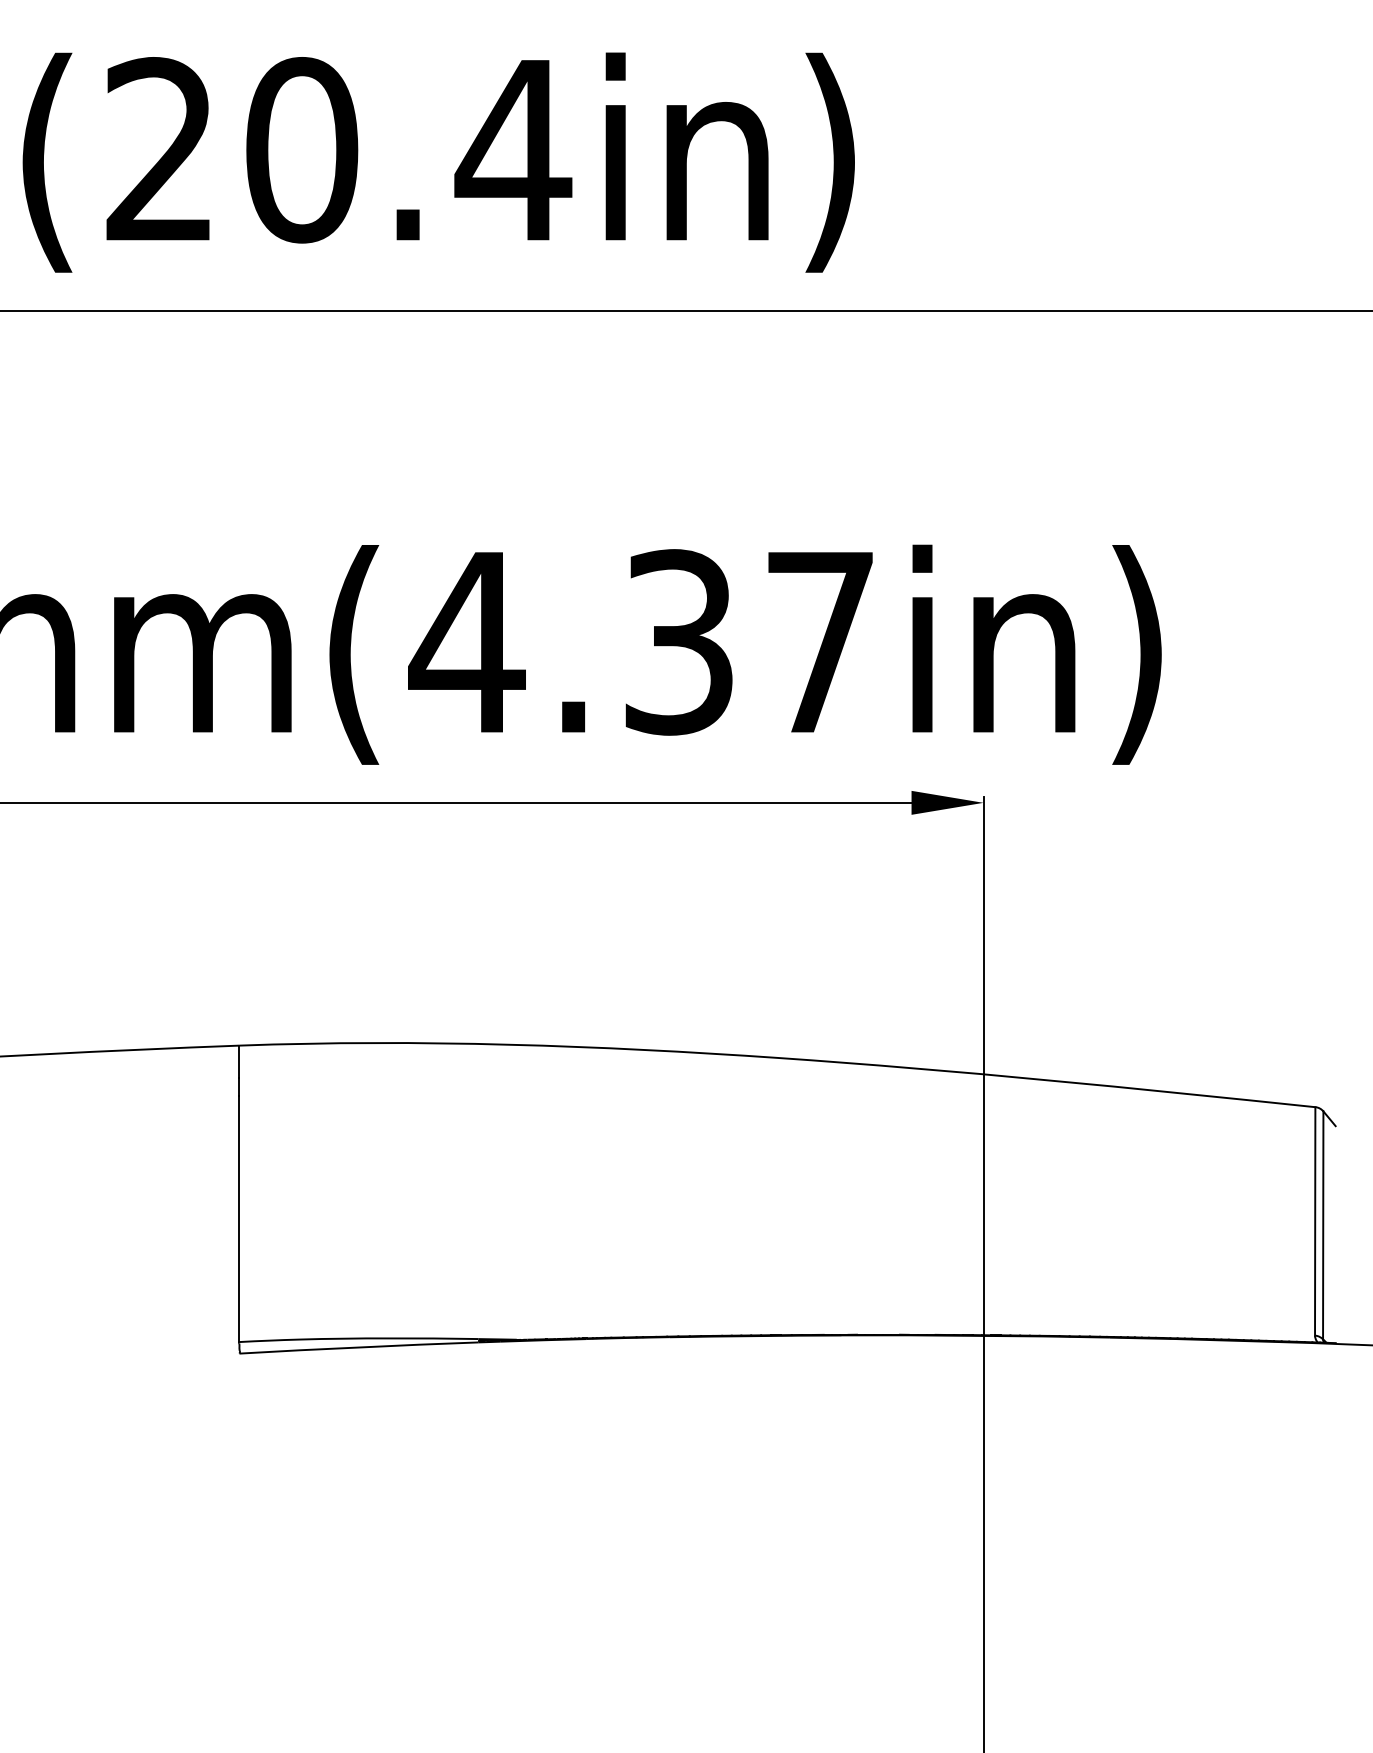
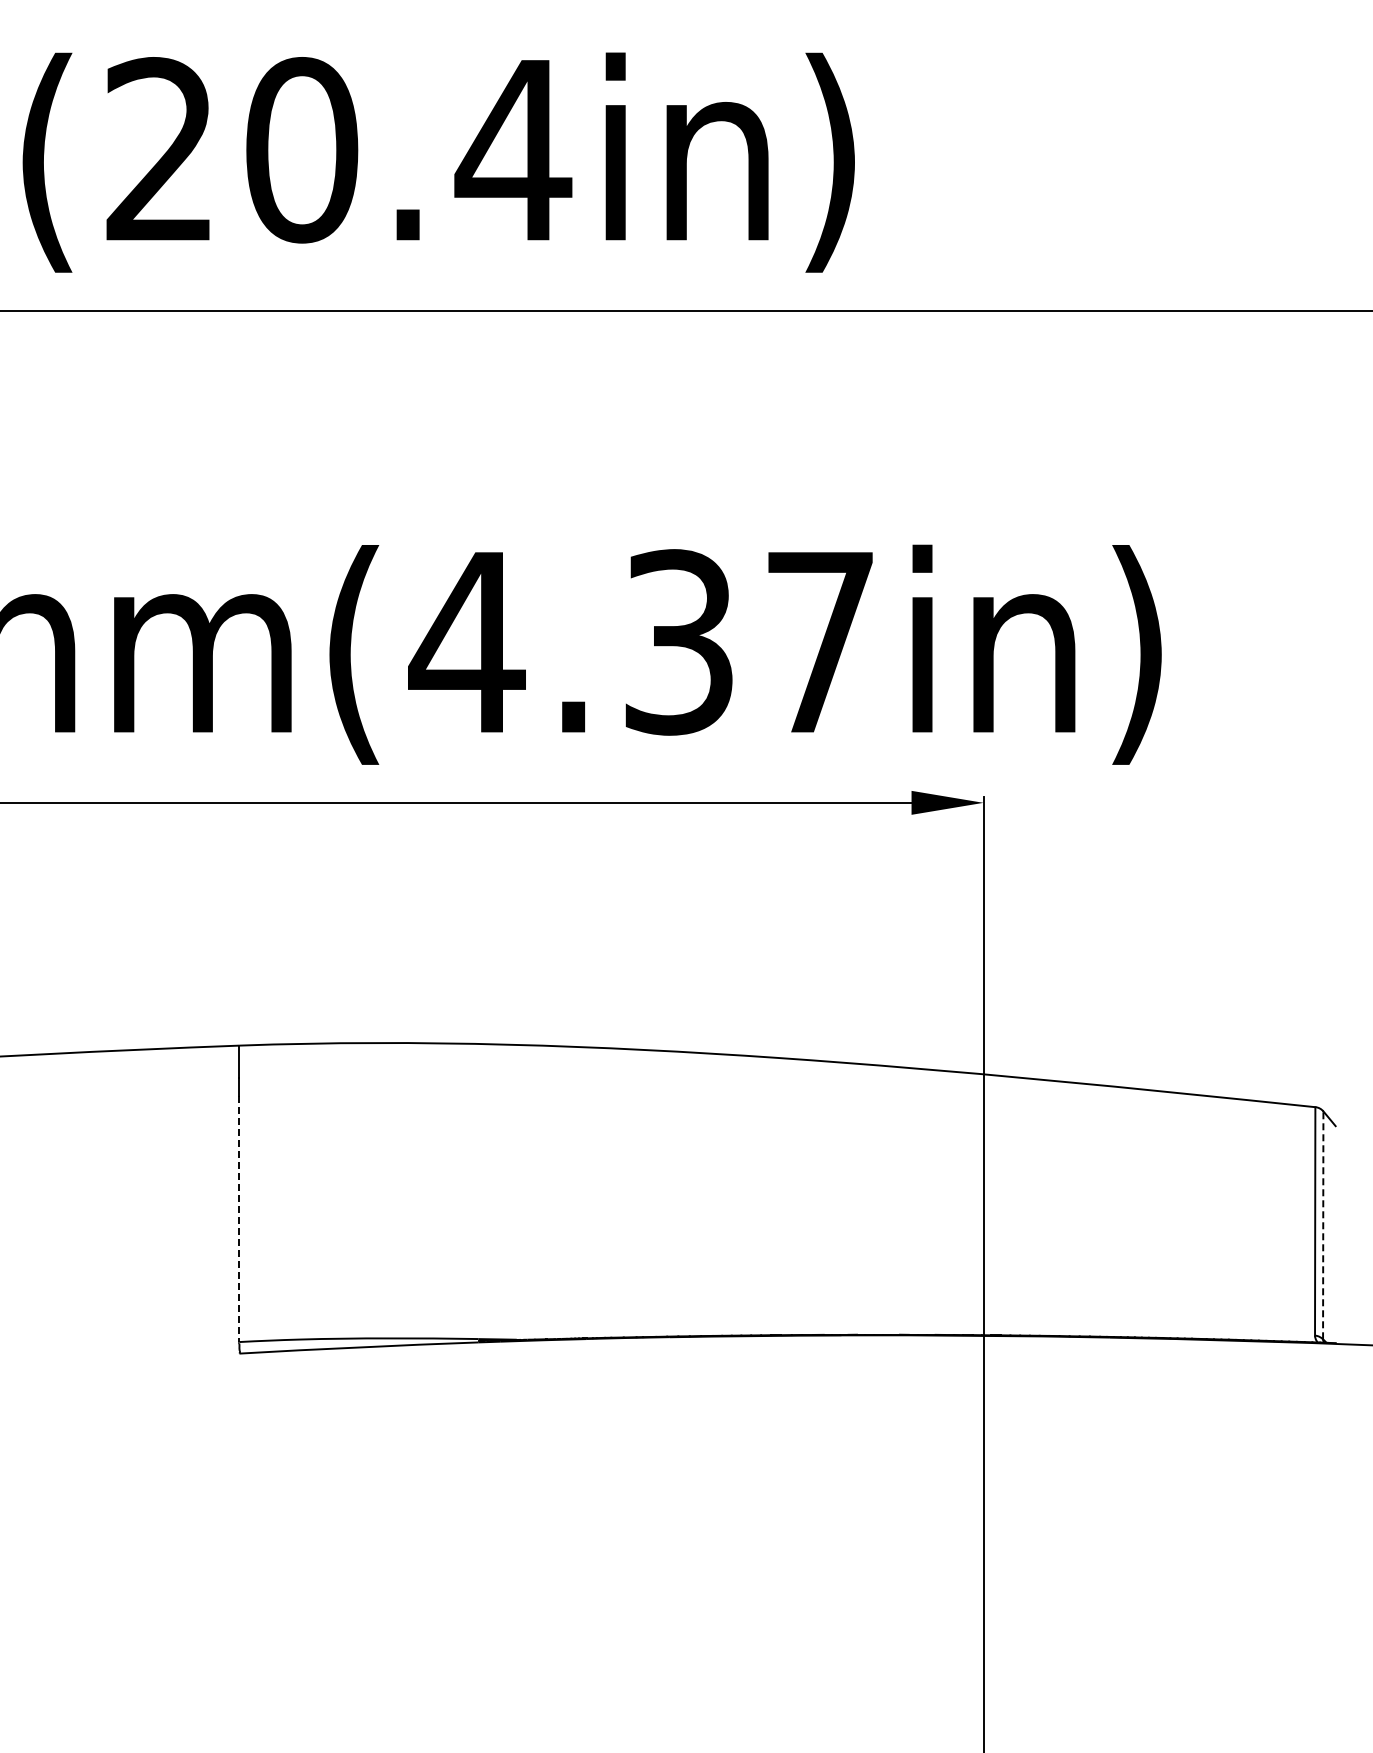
line at (239, 1219): solid -> dashed
line at (1323, 1225): solid -> dashed
